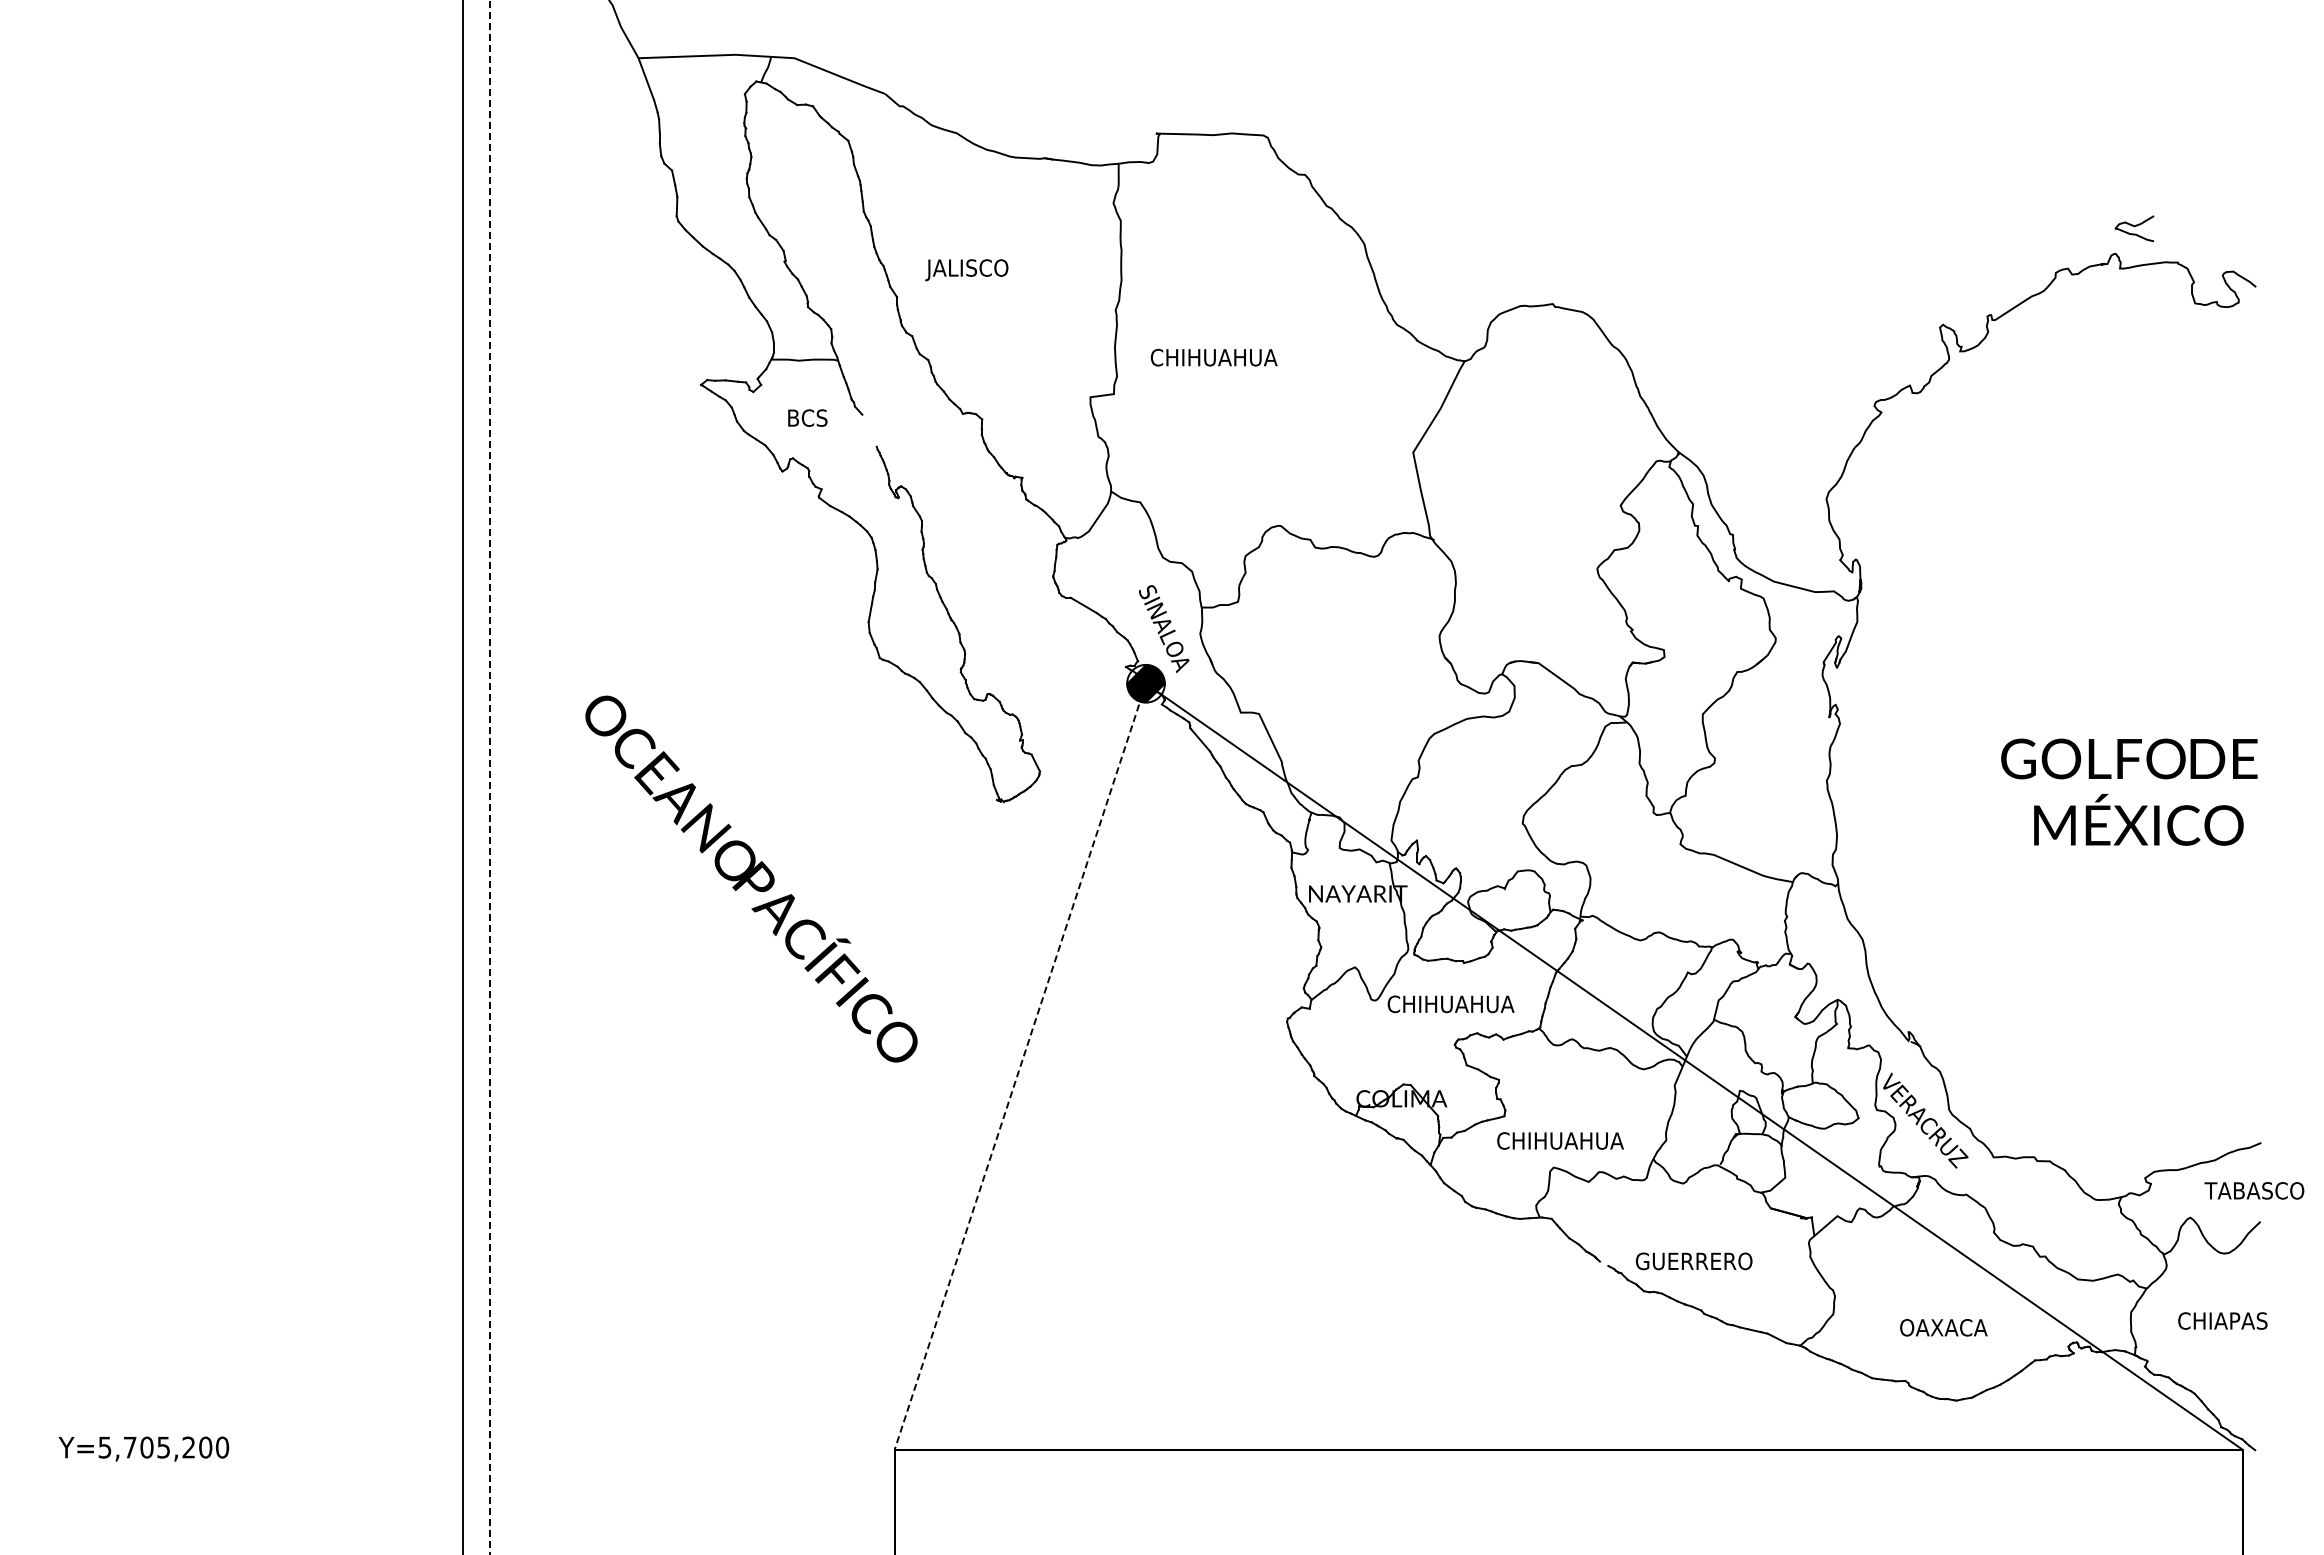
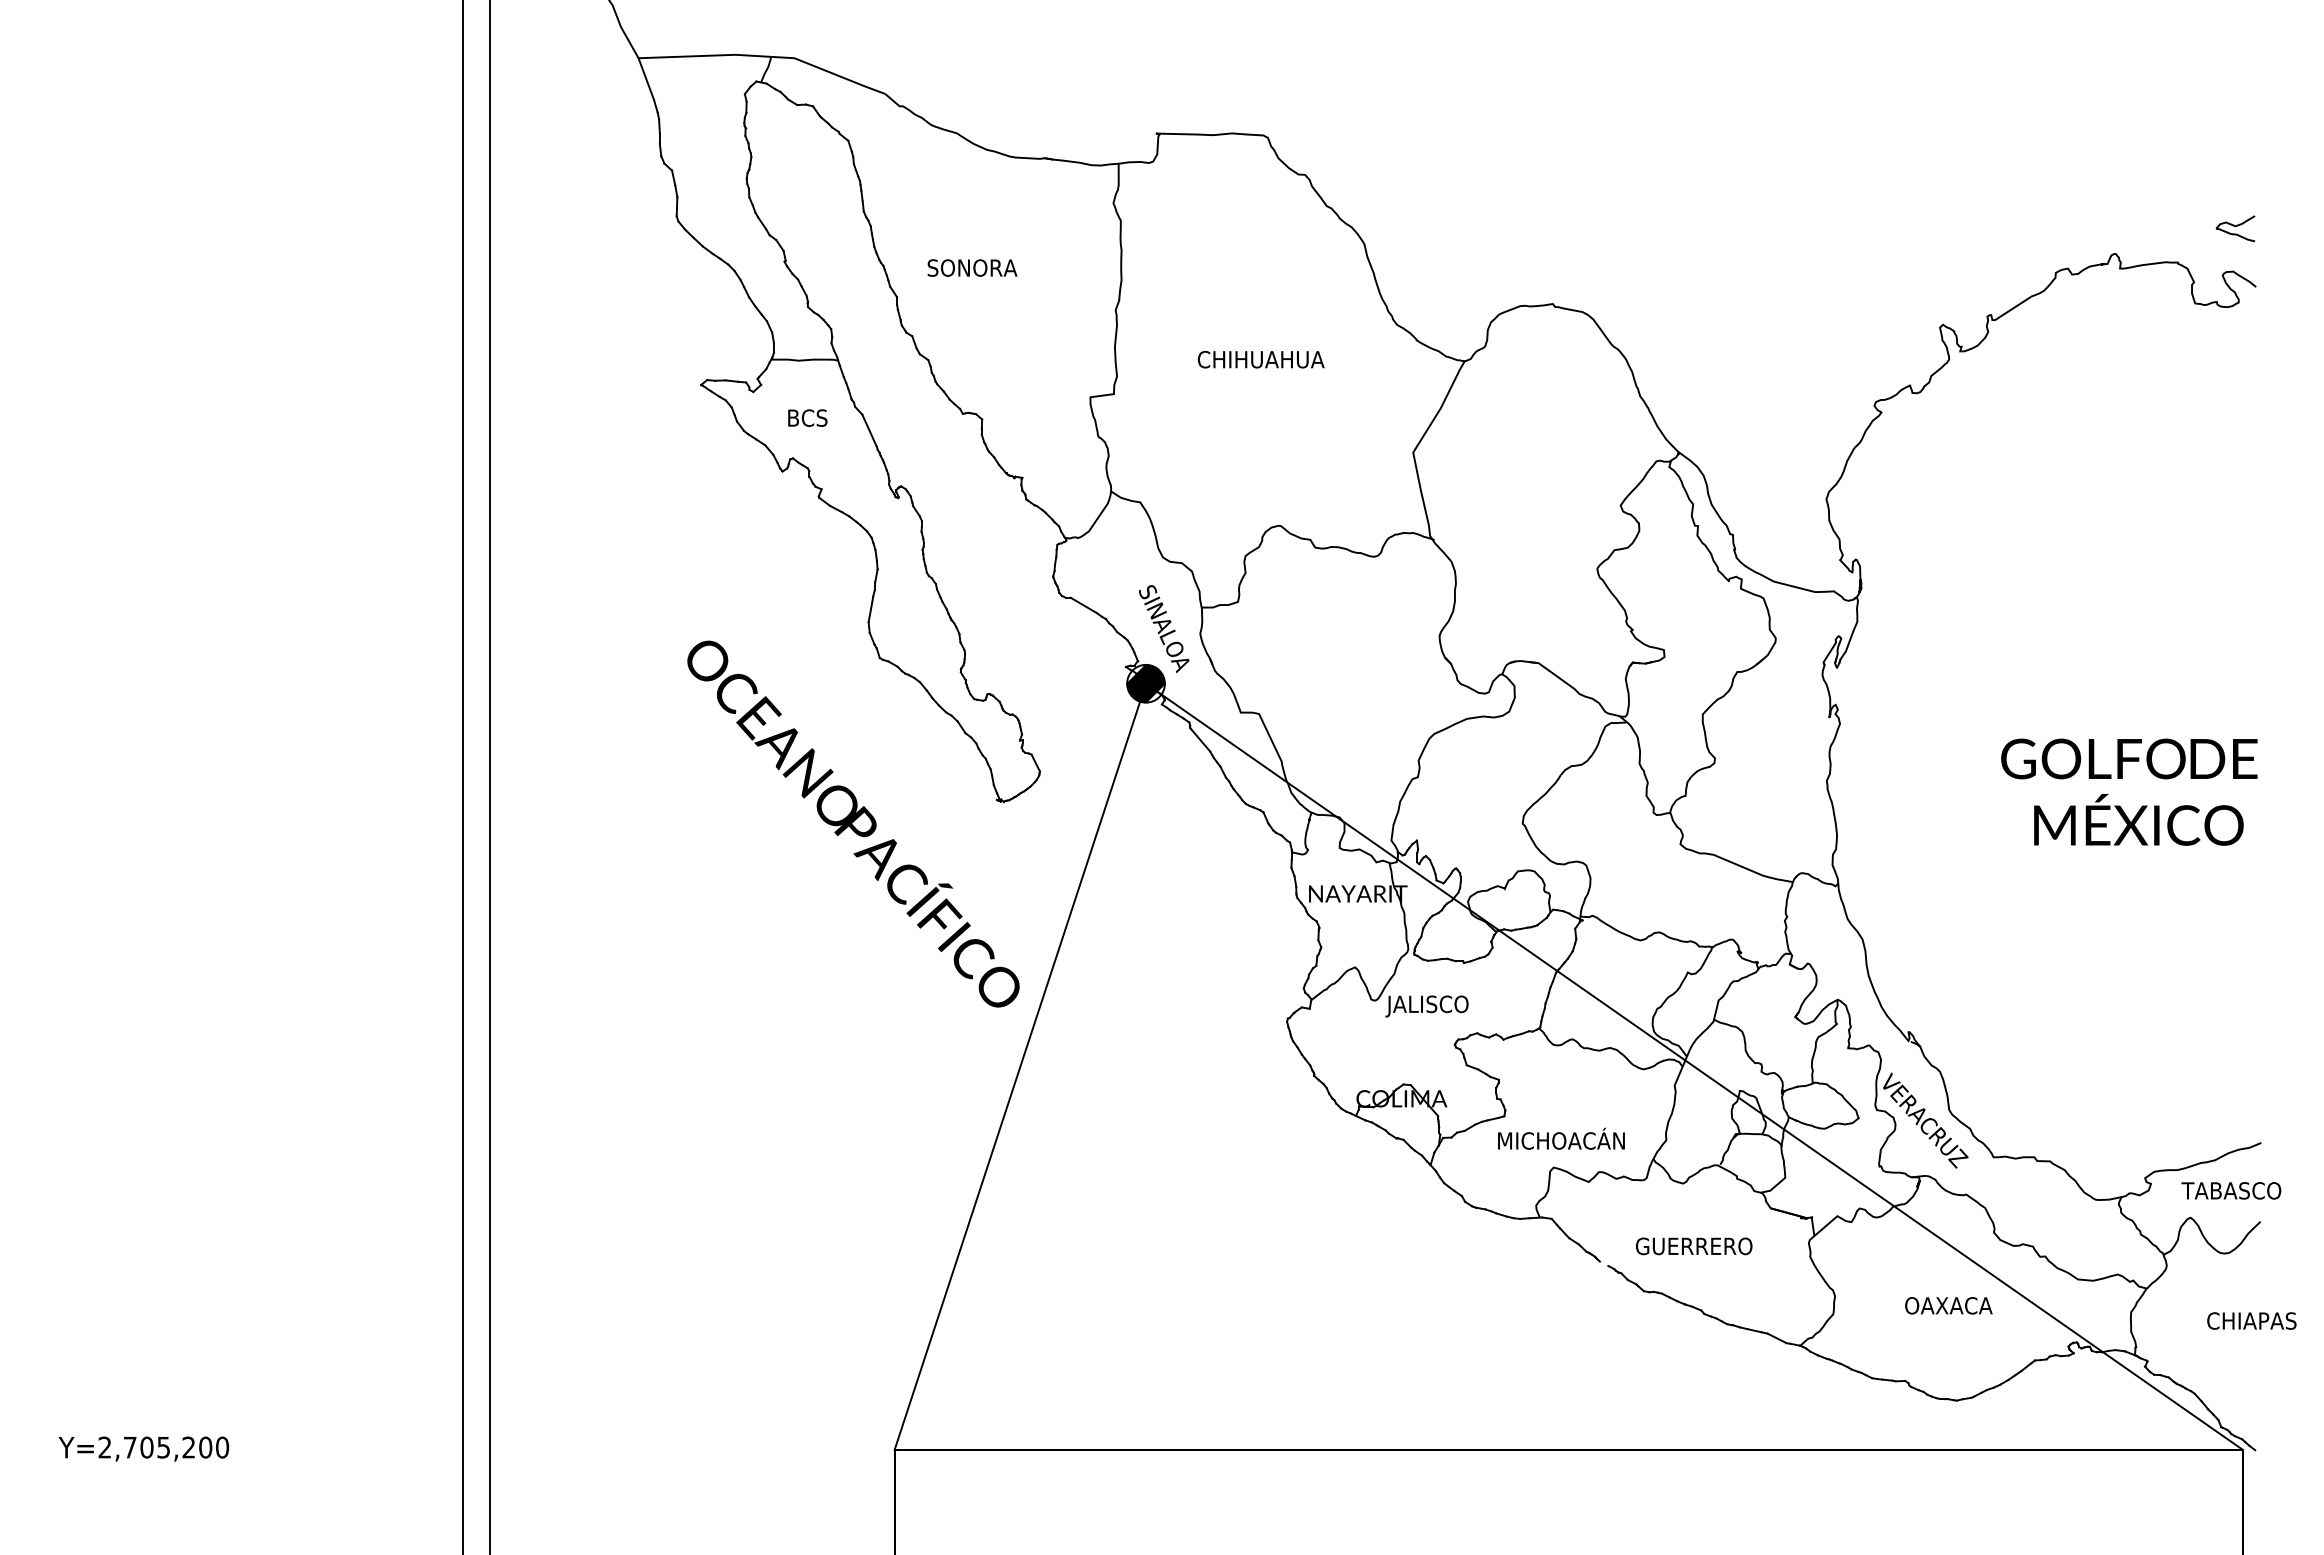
curve at (2134, 227) position: (2134, 227) -> (2235, 227)
text at (971, 270): JALISCO -> SONORA
text at (1213, 357) position: (1213, 357) -> (1260, 359)
line at (869, 430): none -> present
line at (490, 776): dashed -> solid
text at (751, 878) position: (751, 878) -> (853, 823)
text at (1449, 1006): CHIHUAHUA -> JALISCO
line at (1020, 1067): dashed -> solid
text at (1560, 1138): CHIHUAHUA -> MICHOACÁN
text at (2254, 1190) position: (2254, 1190) -> (2231, 1190)
text at (1694, 1261) position: (1694, 1261) -> (1694, 1246)
text at (2222, 1320) position: (2222, 1320) -> (2251, 1320)
text at (1943, 1327) position: (1943, 1327) -> (1948, 1305)
text at (104, 1447): Y=5,705,200 -> Y=2,705,200
